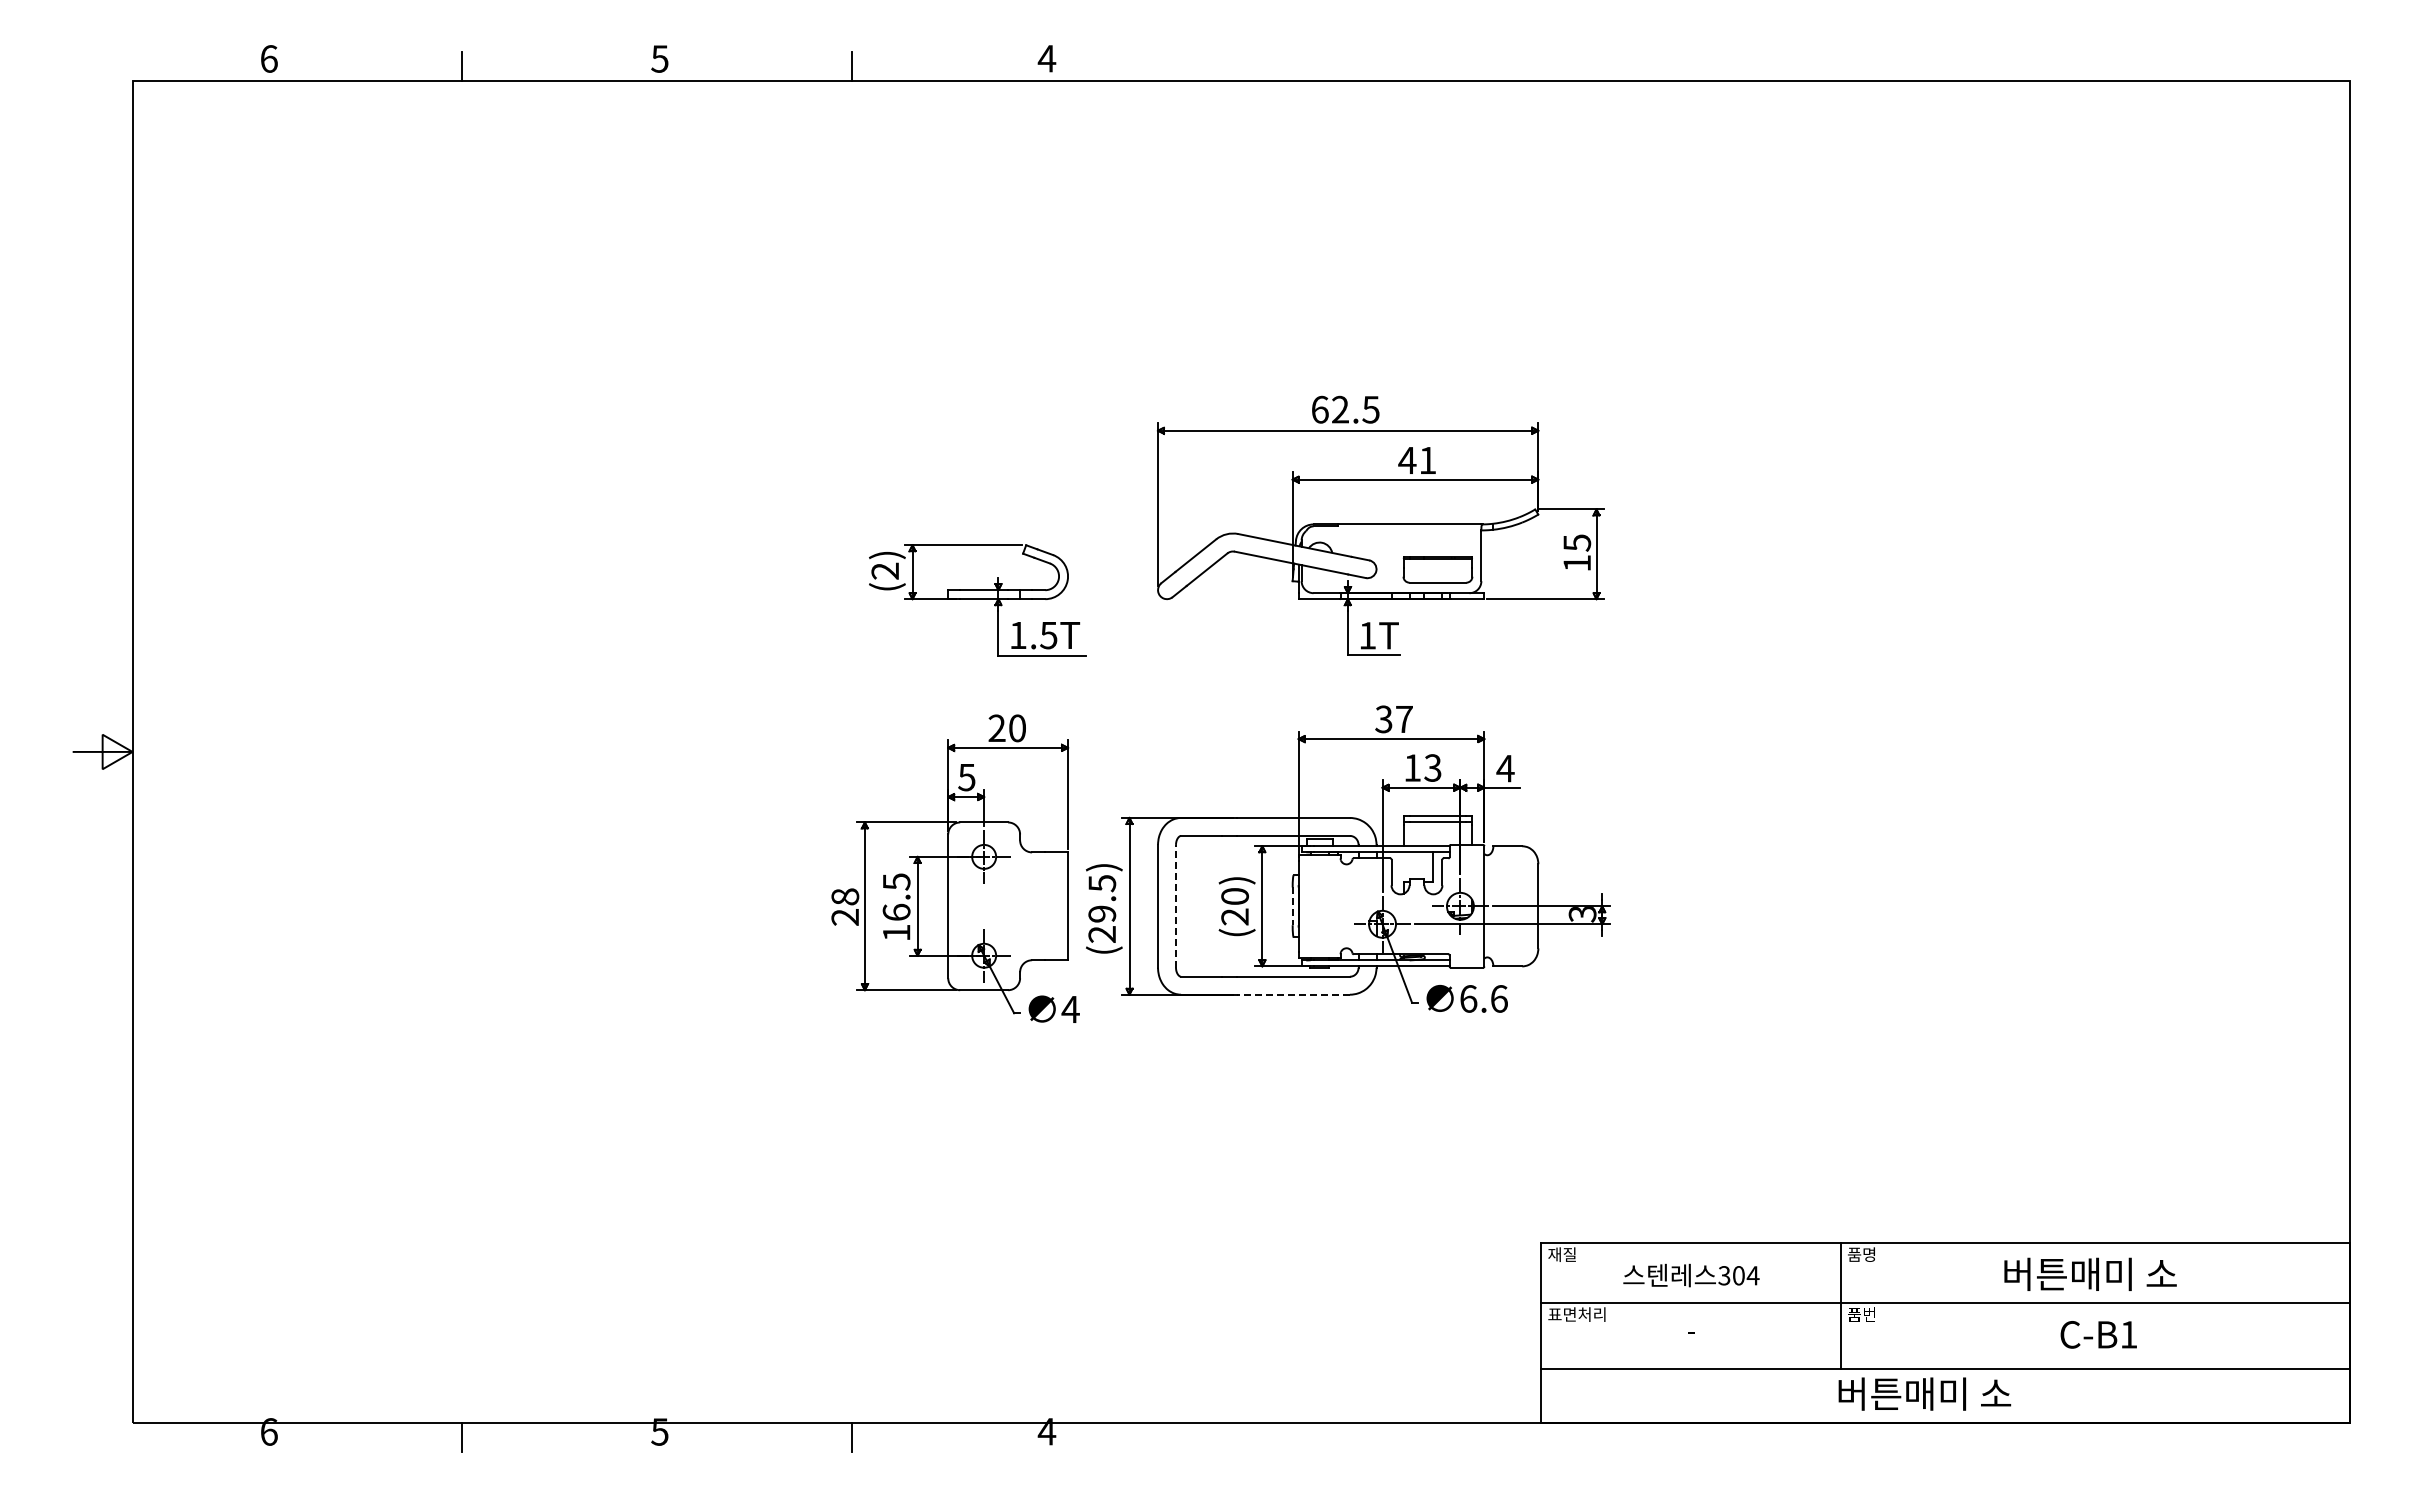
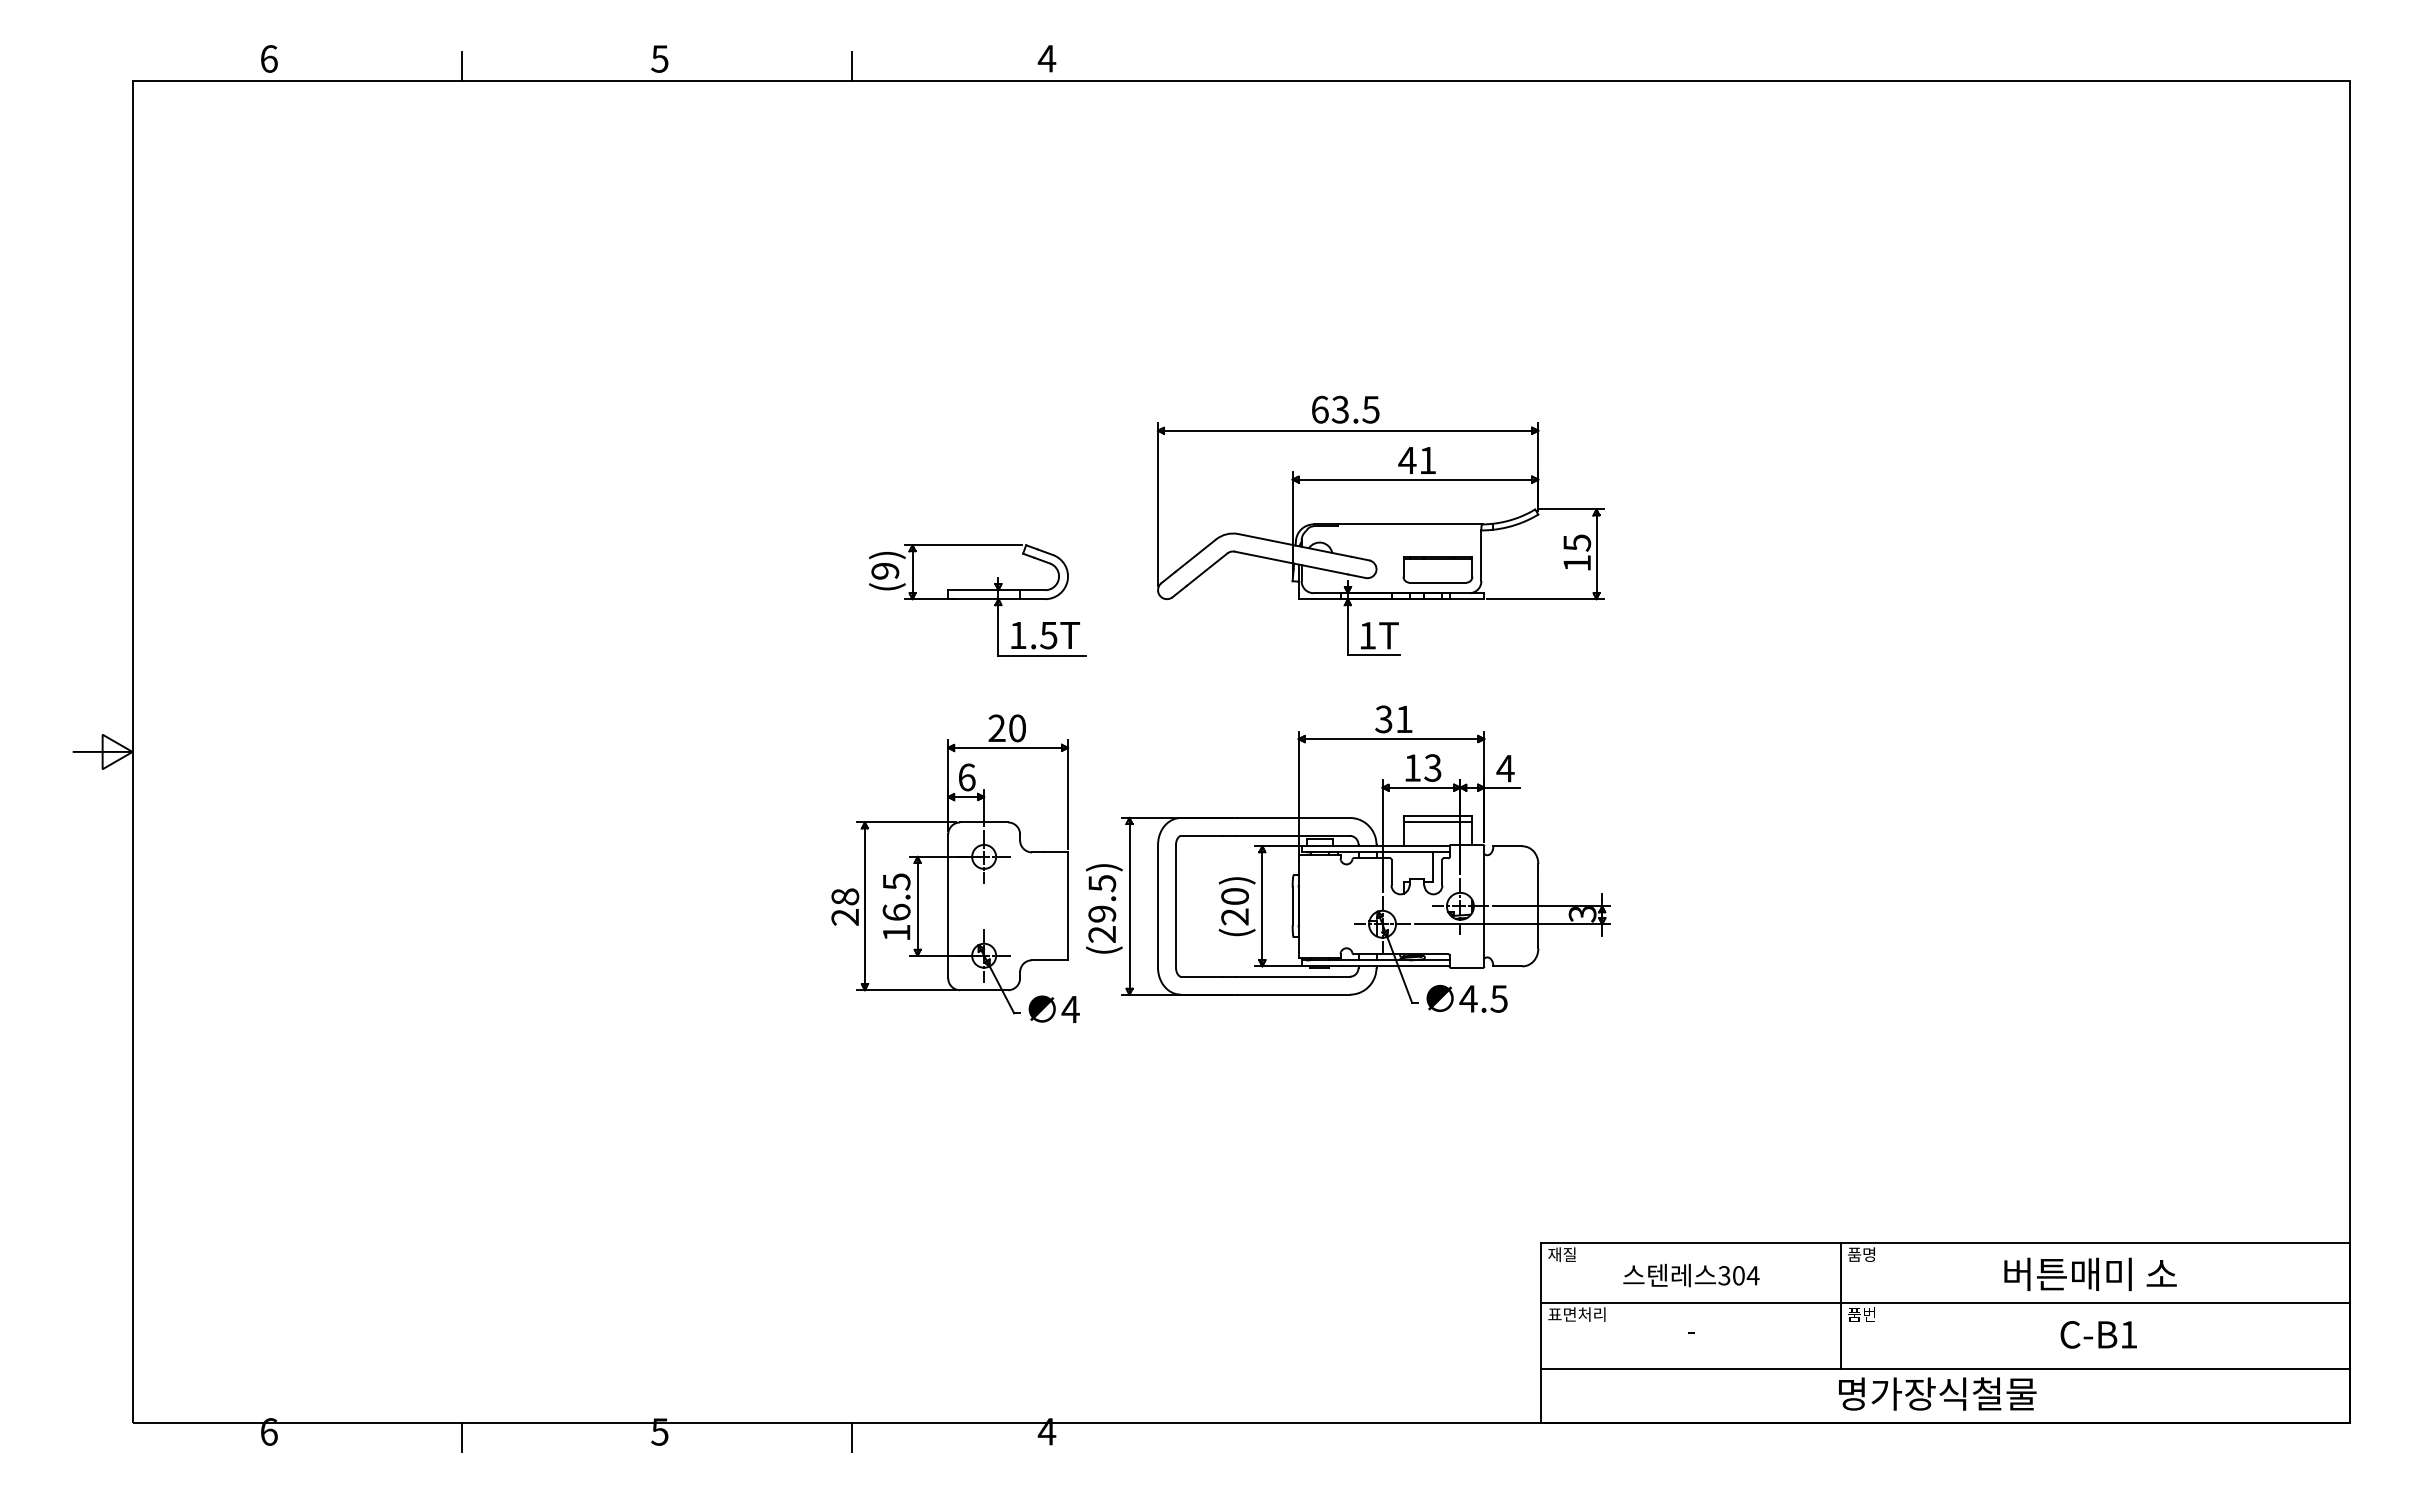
text at (1339, 409): 62.5 -> 63.5
text at (885, 570): (2) -> (9)
text at (1404, 719): 37 -> 31
text at (966, 777): 5 -> 6
line at (1176, 905): dashed -> solid
line at (1292, 906): dashed -> solid
line at (1293, 994): dashed -> solid
text at (1483, 998): 6.6 -> 4.5
text at (1937, 1393): 버튼매미 소 -> 명가장식철물
